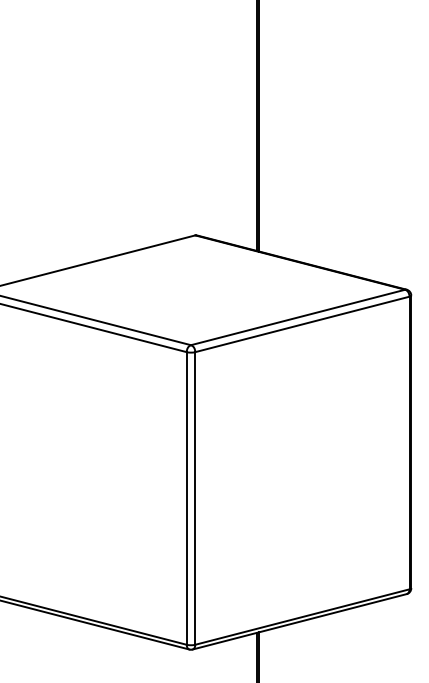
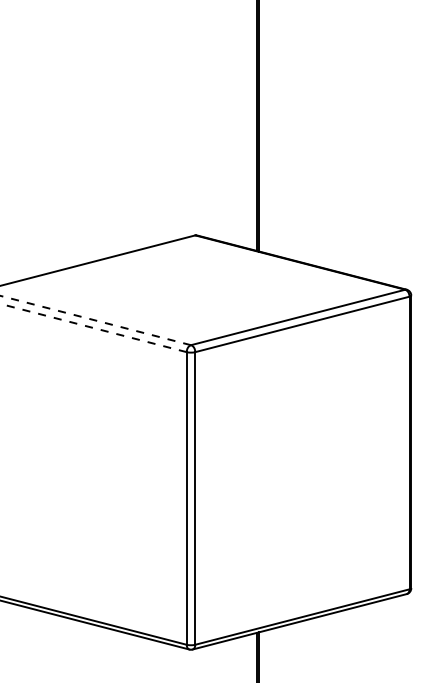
line at (95, 320): solid -> dashed
line at (92, 327): solid -> dashed
